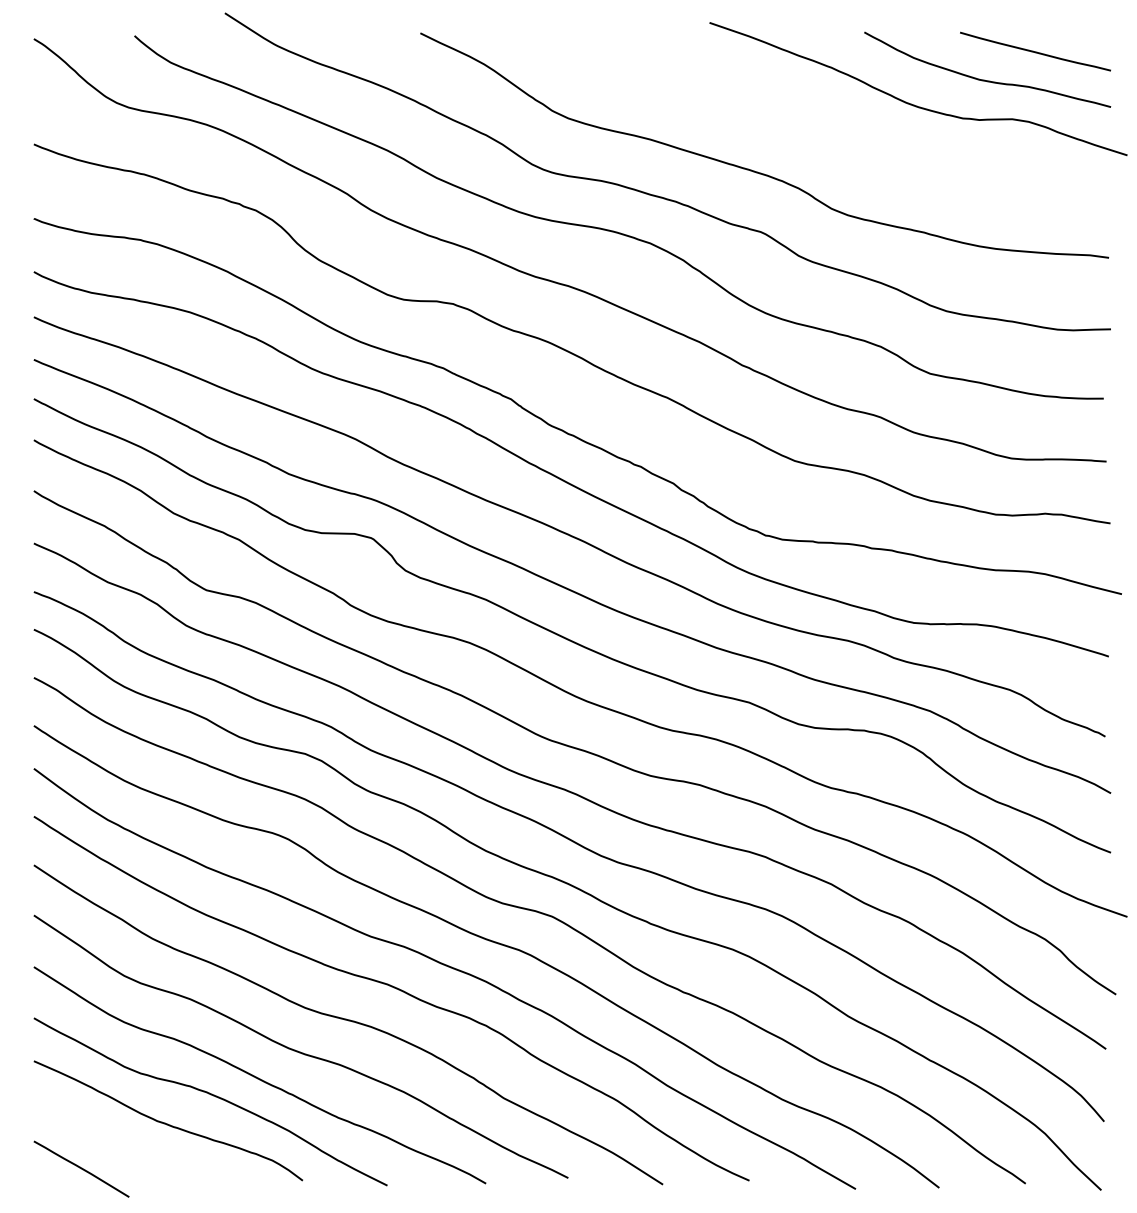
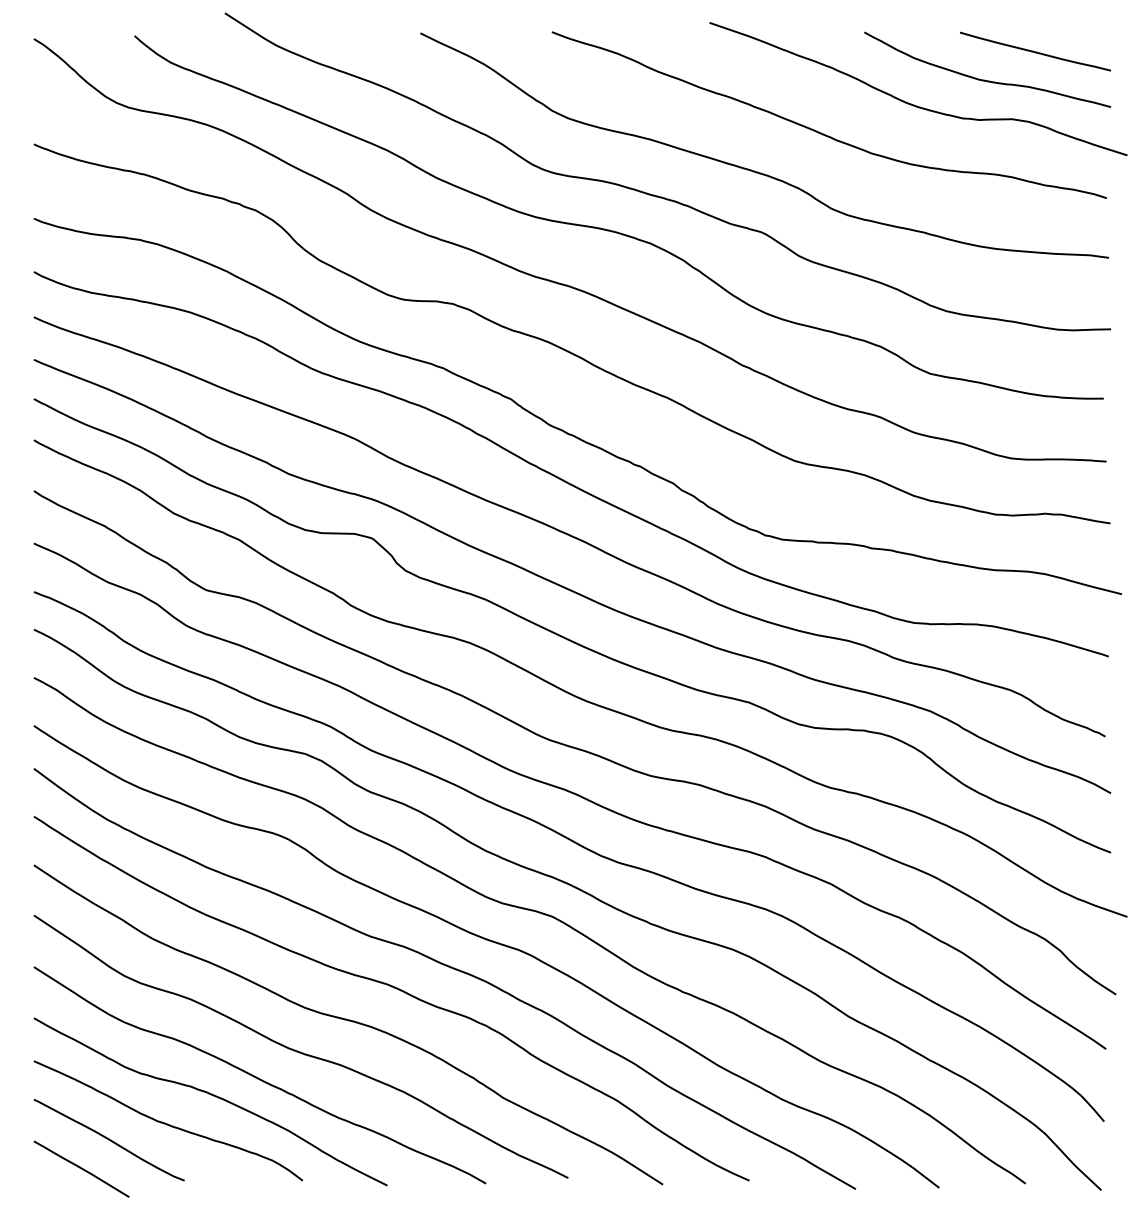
curve at (819, 131): none -> present
curve at (108, 1140): none -> present
